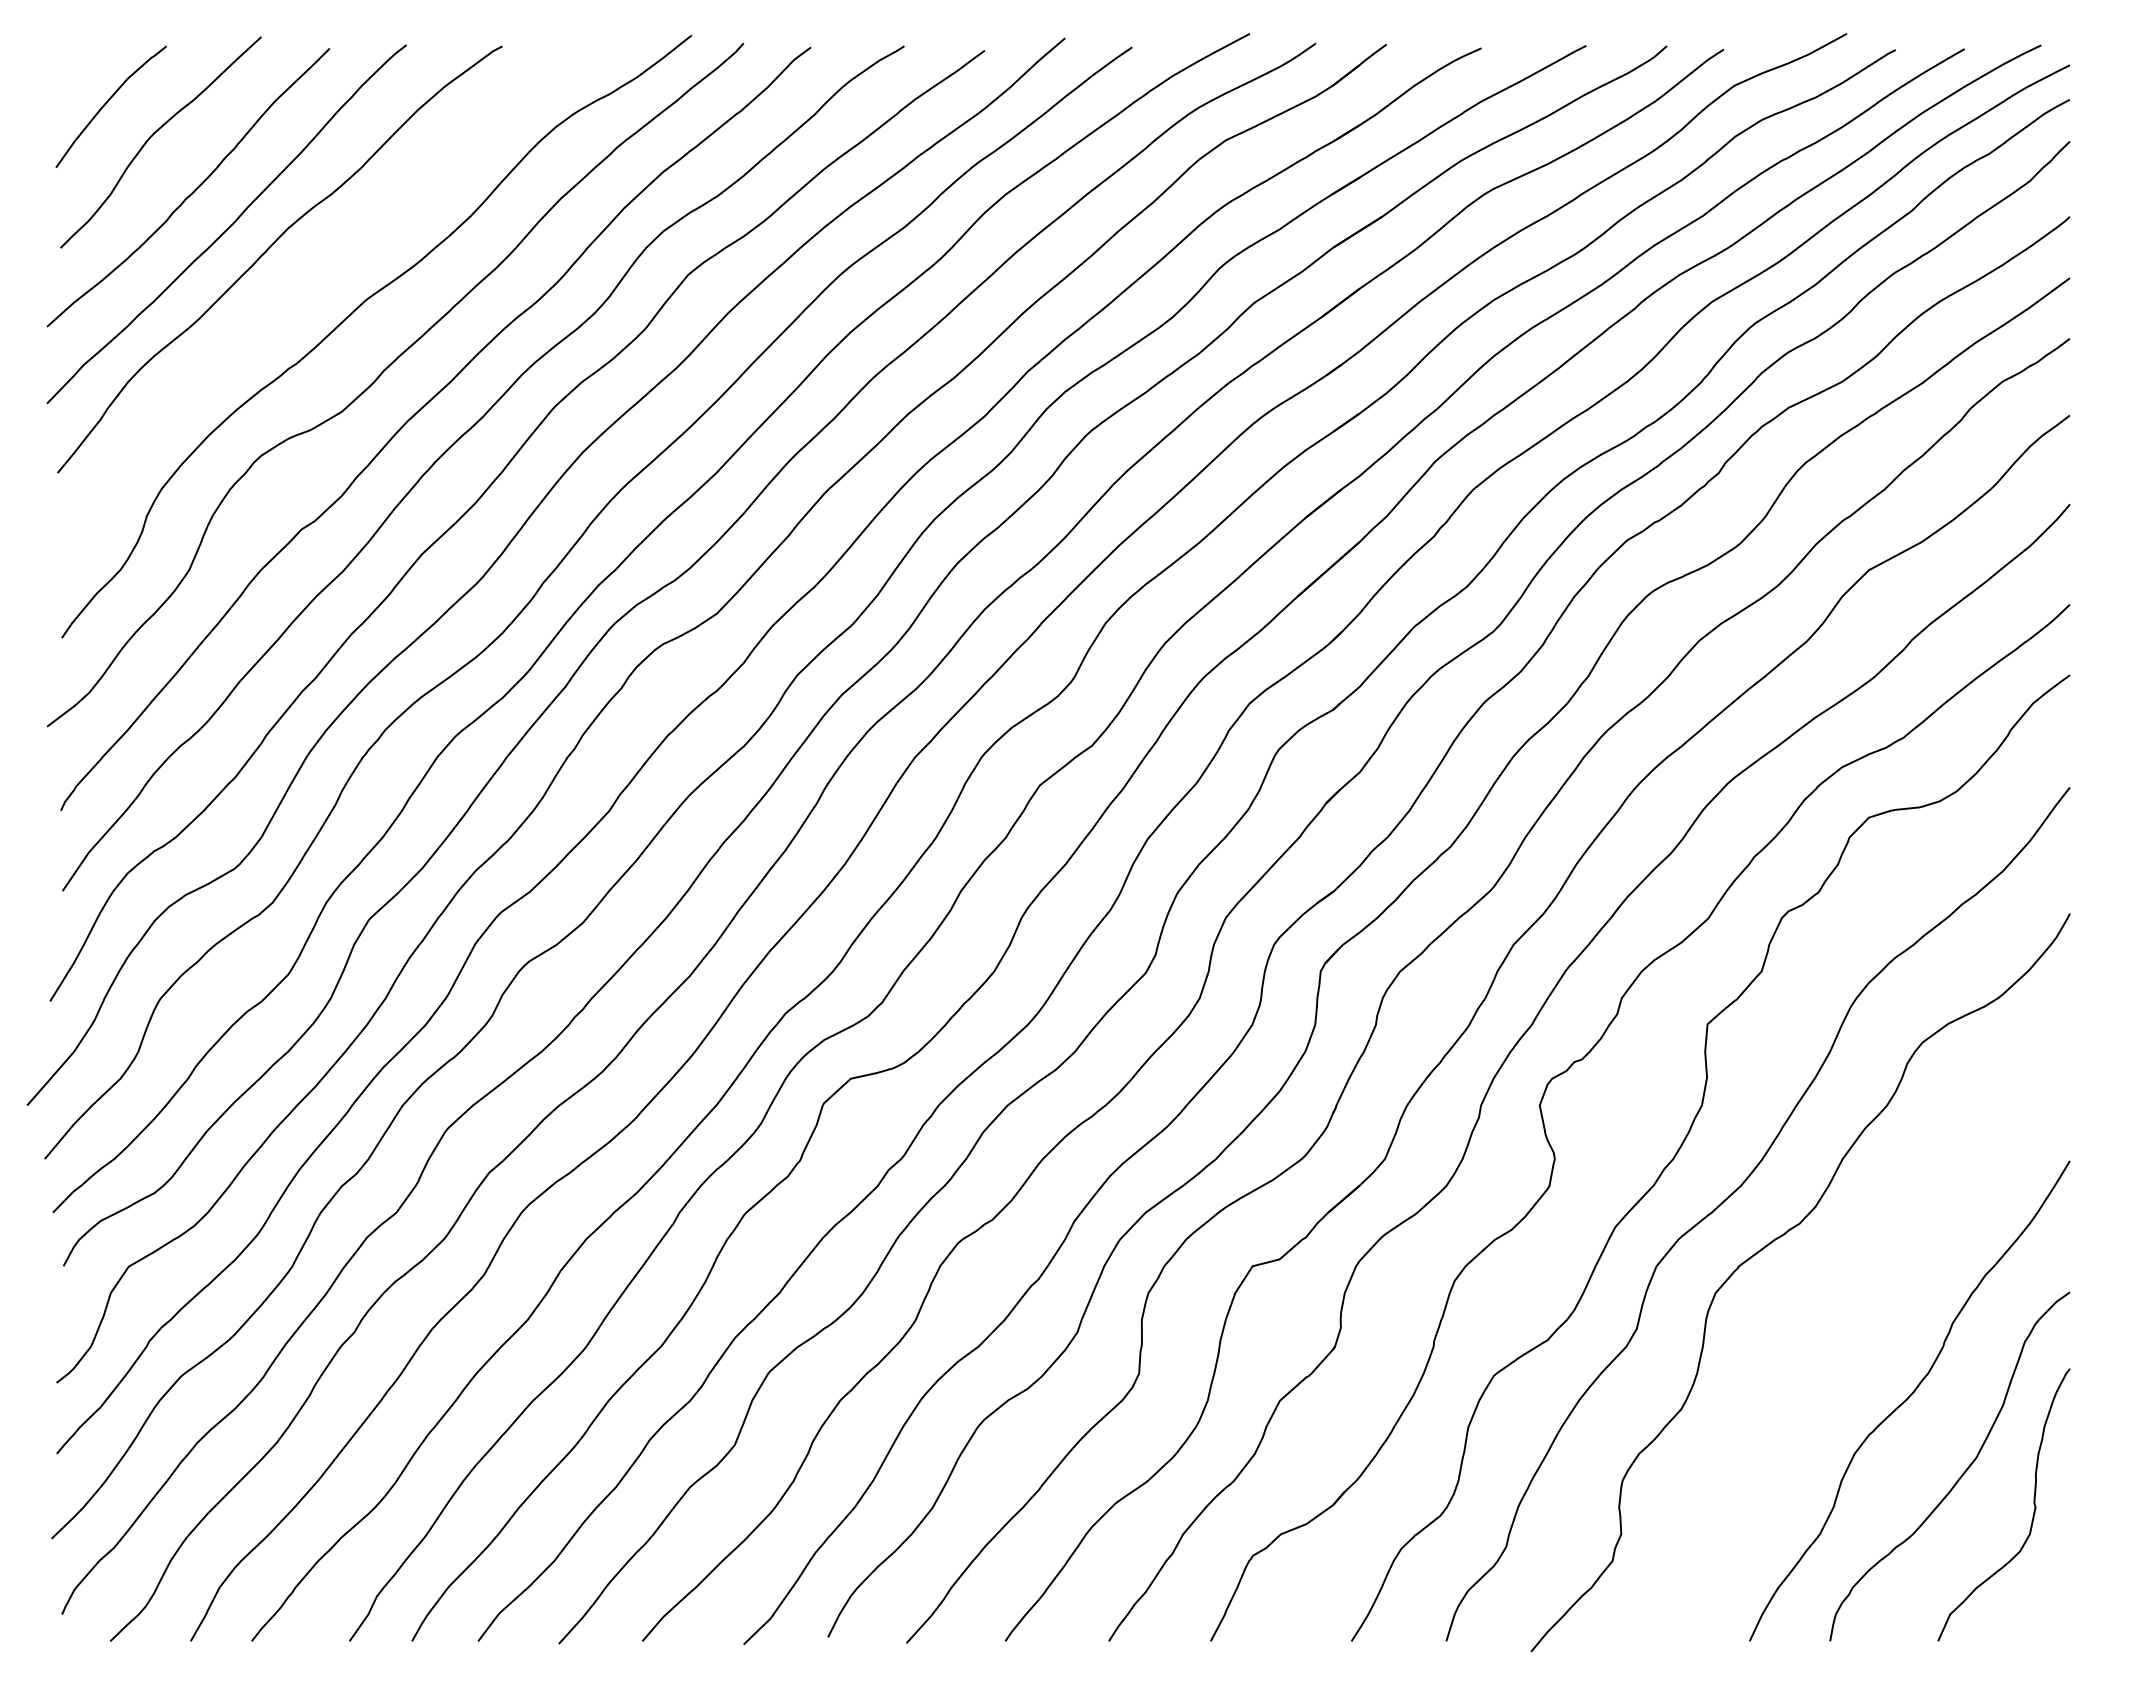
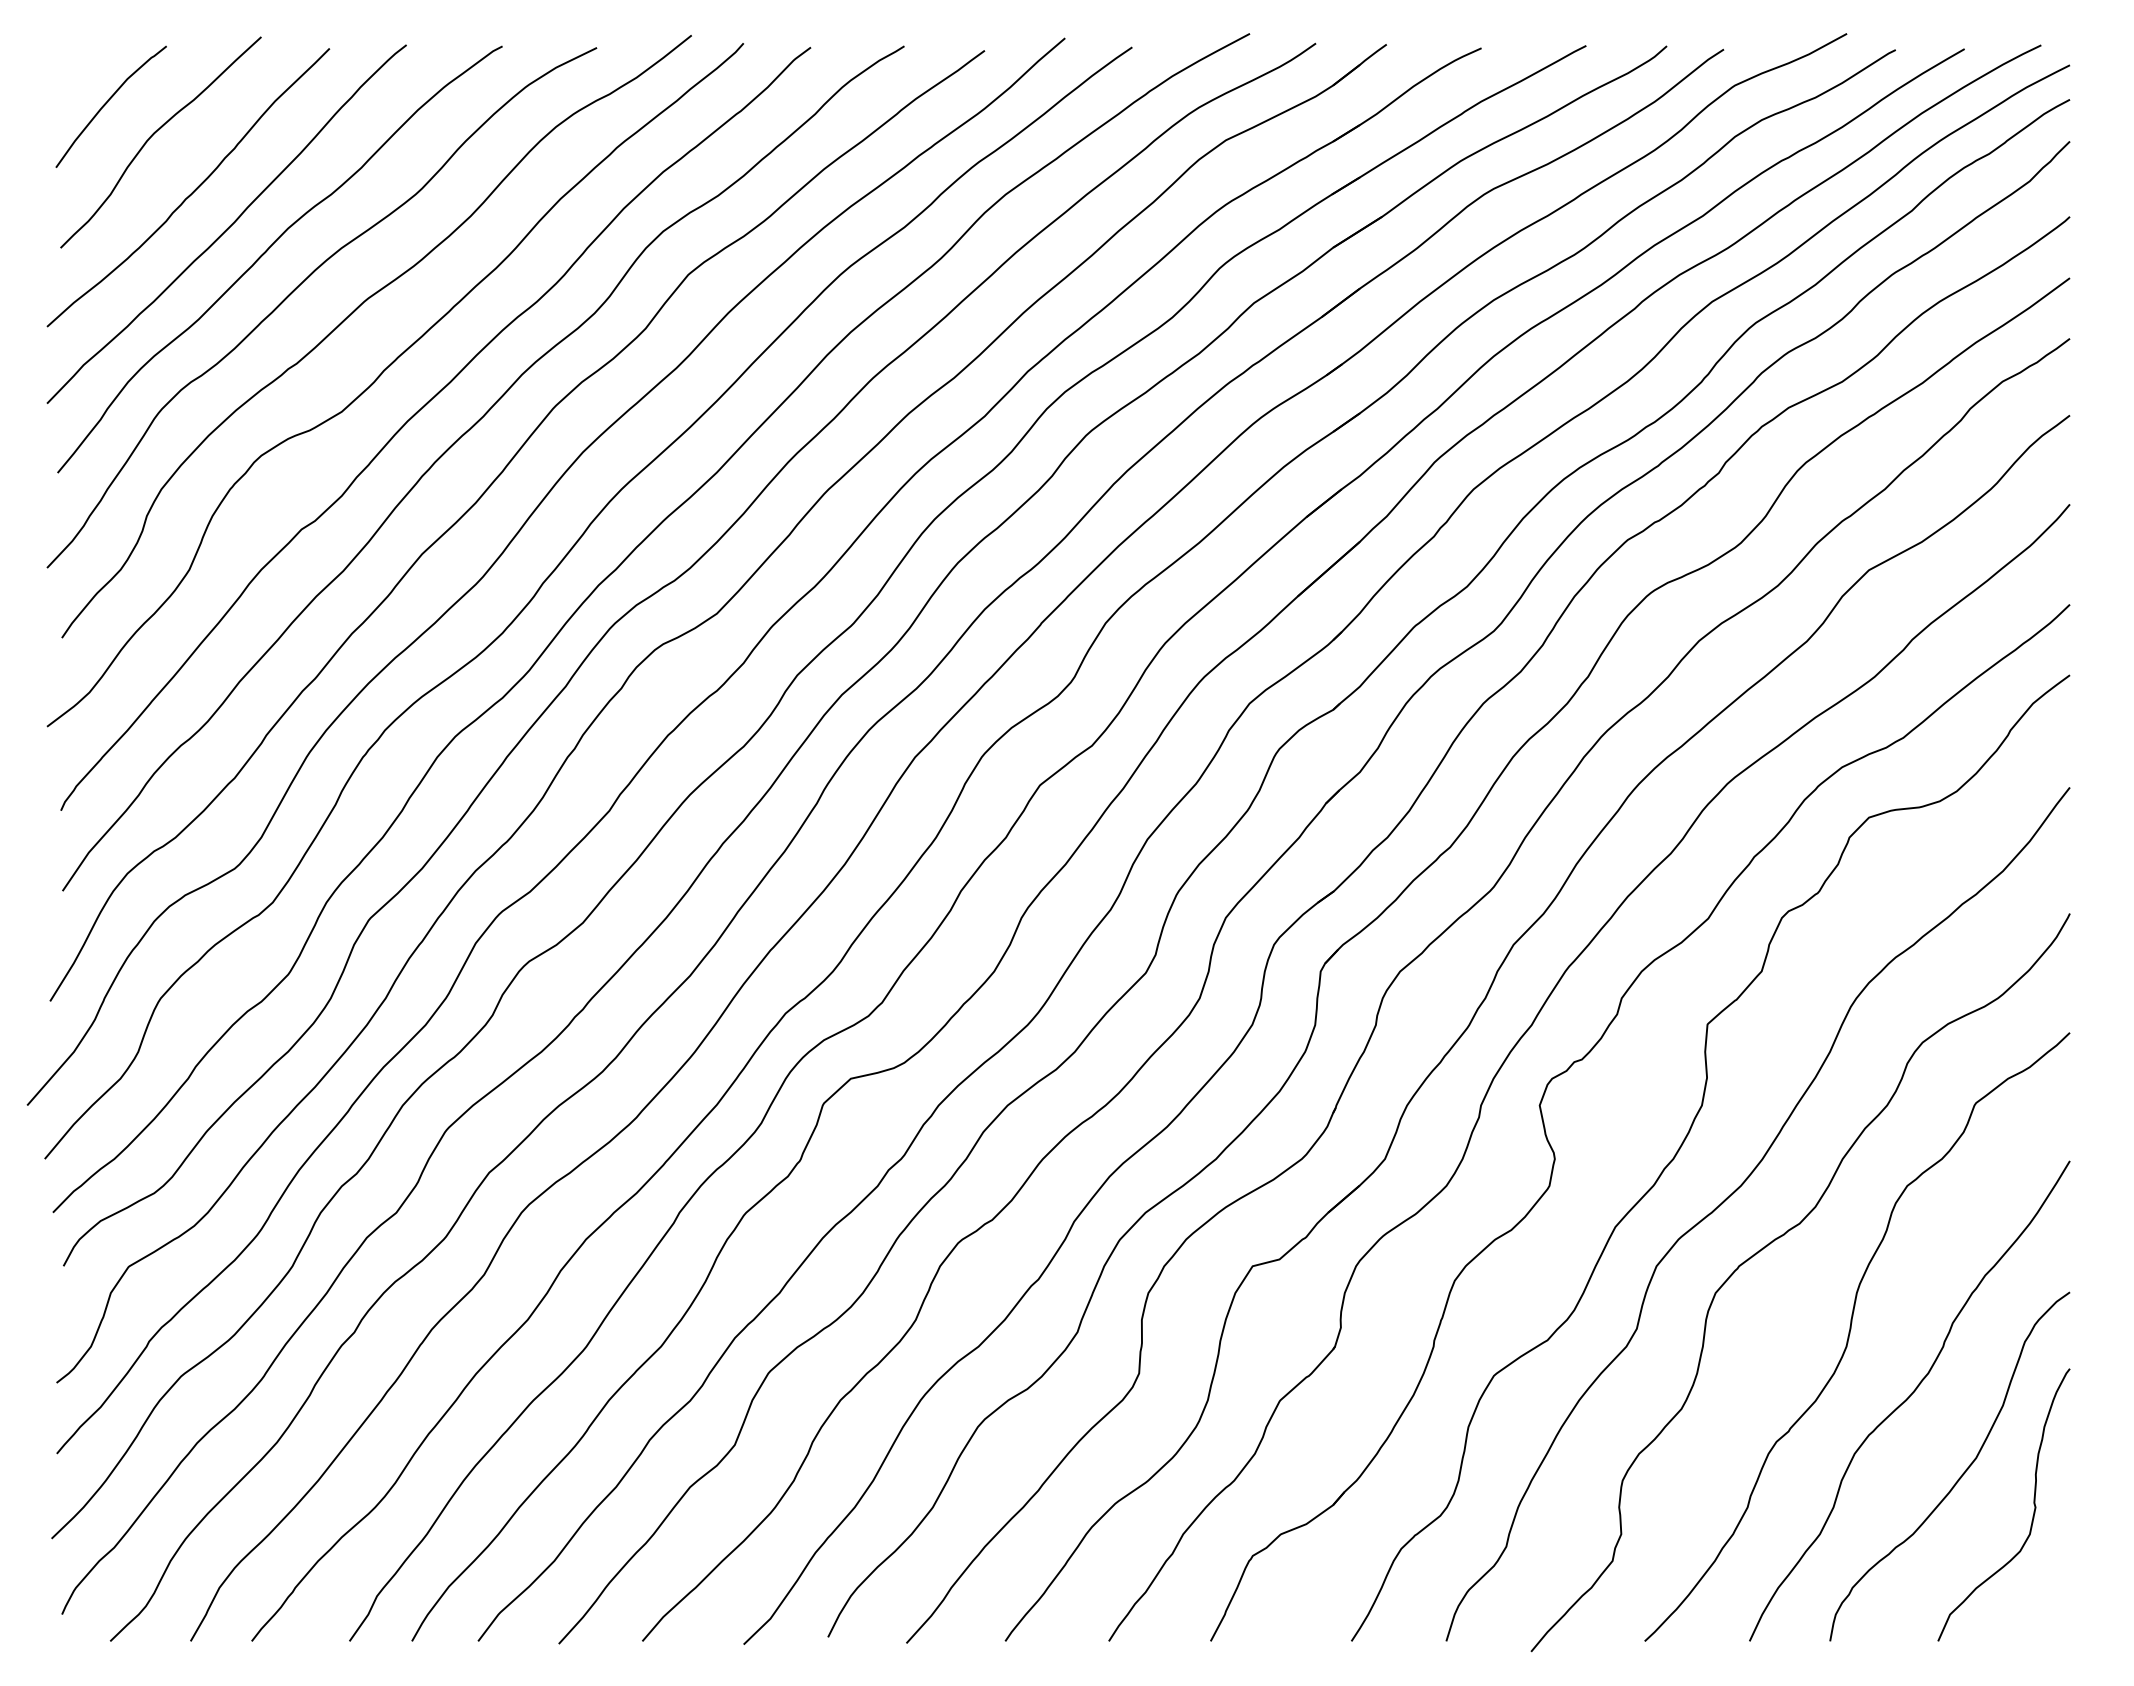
curve at (300, 285): none -> present
curve at (1850, 1334): none -> present
